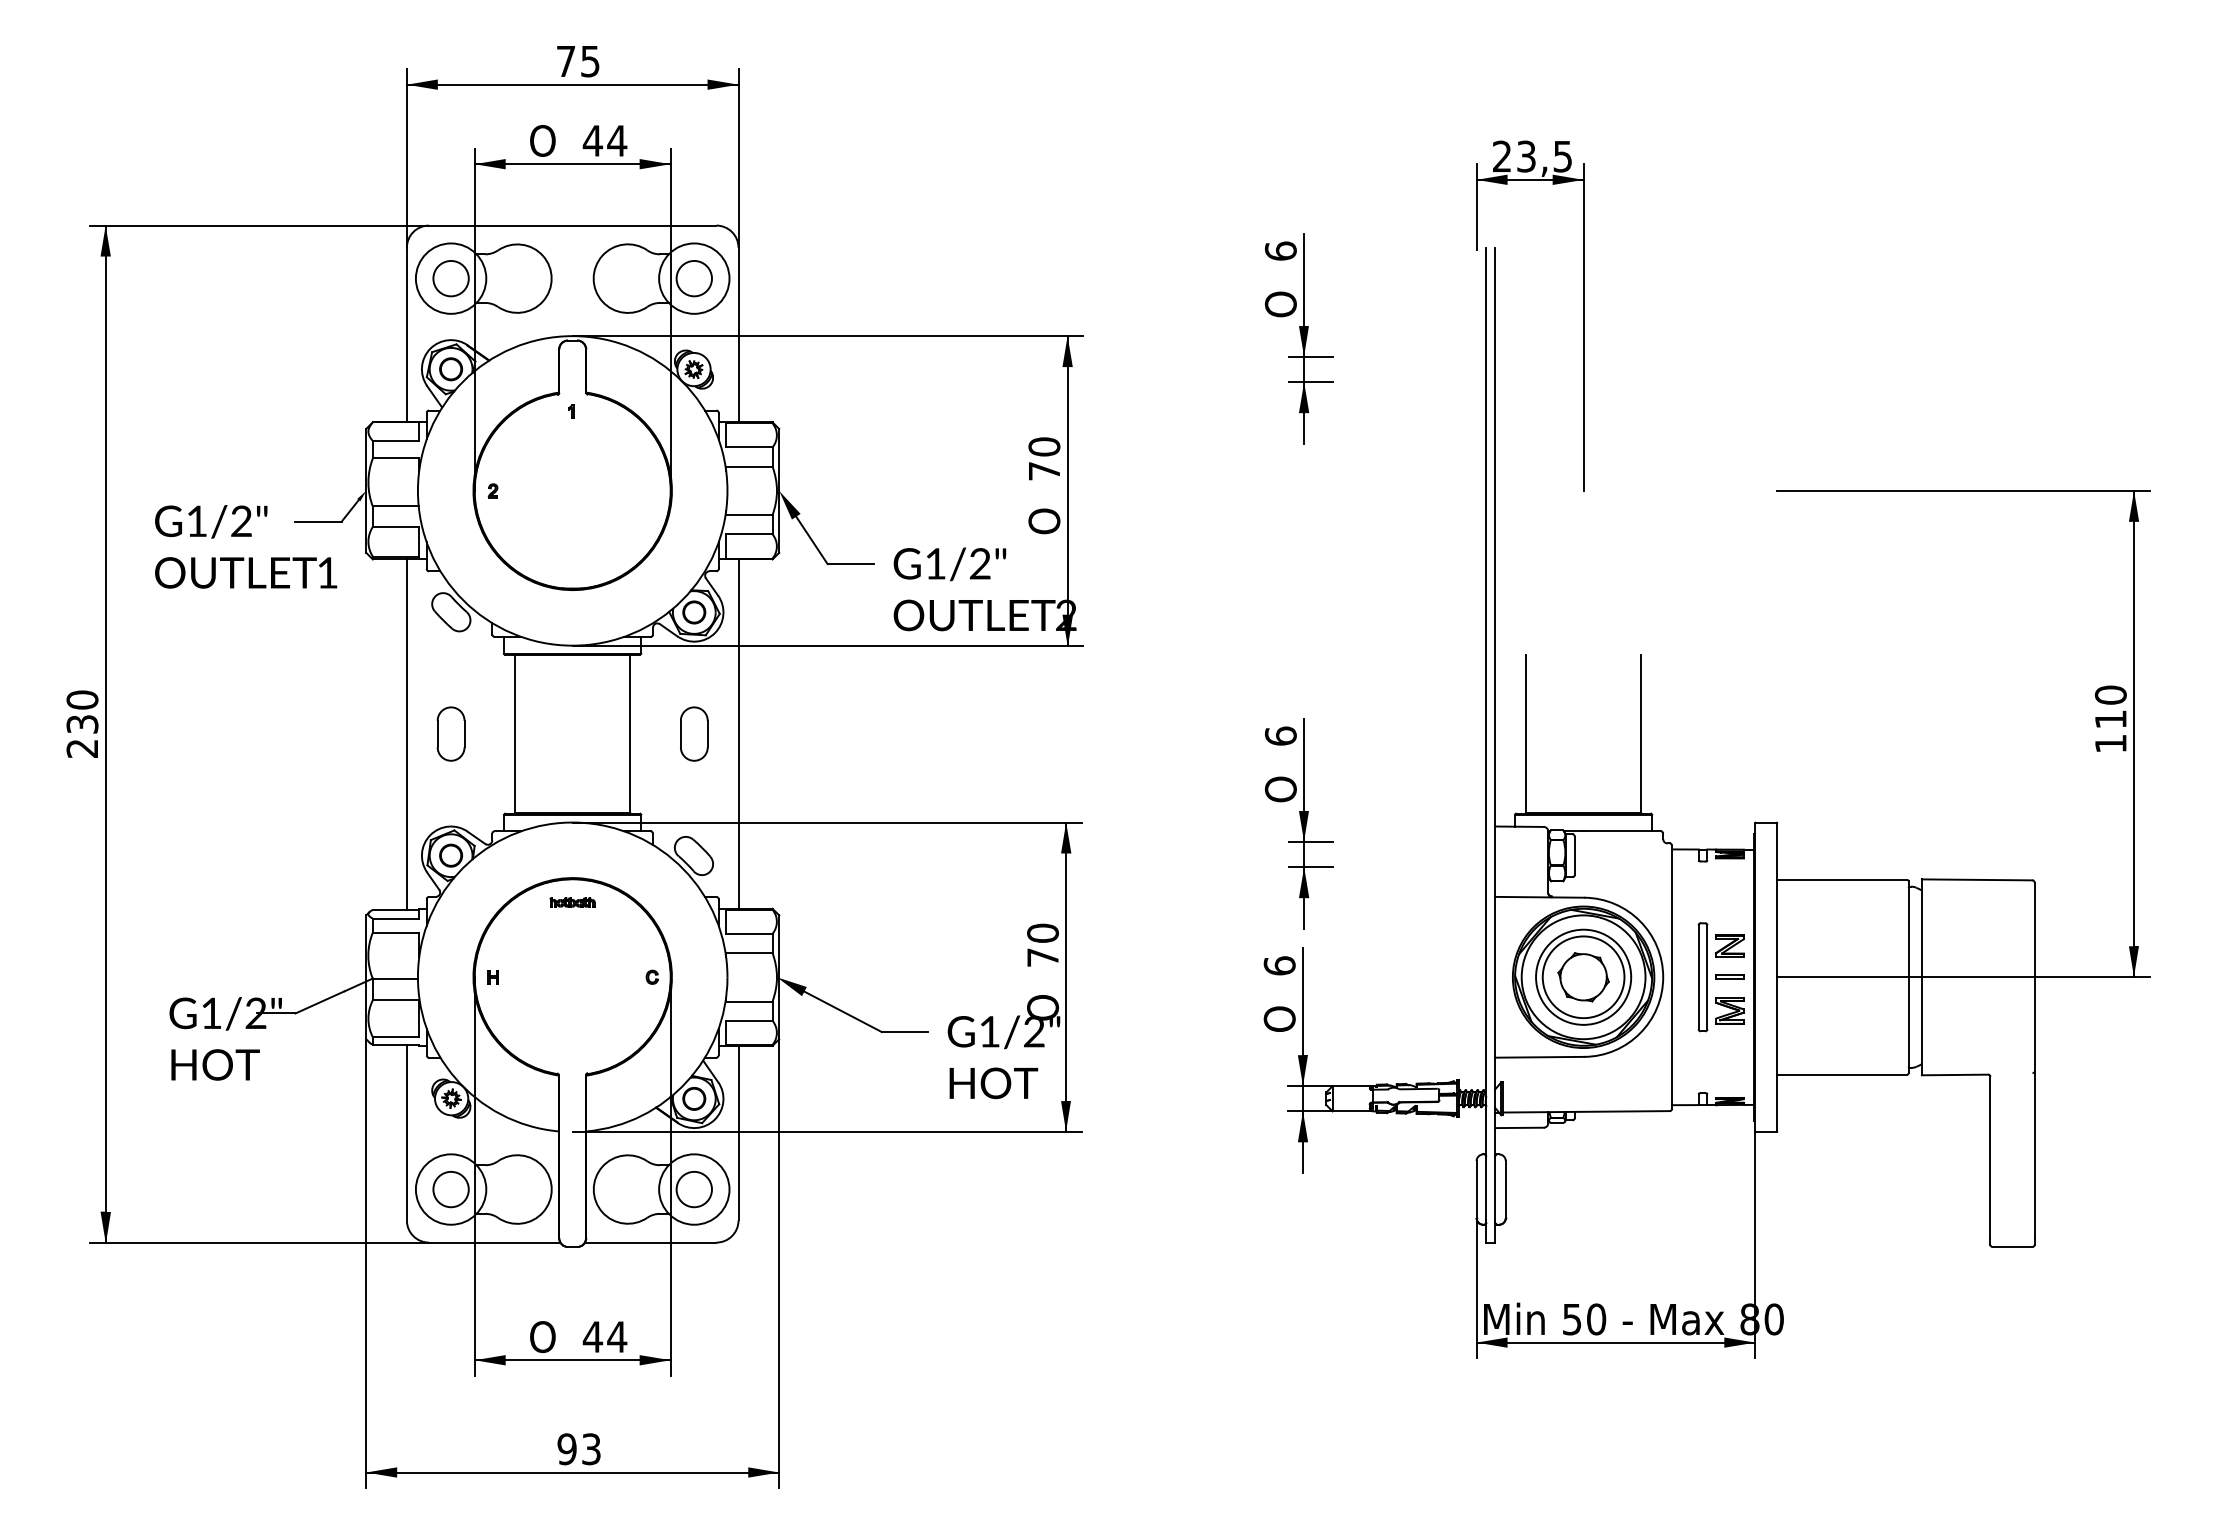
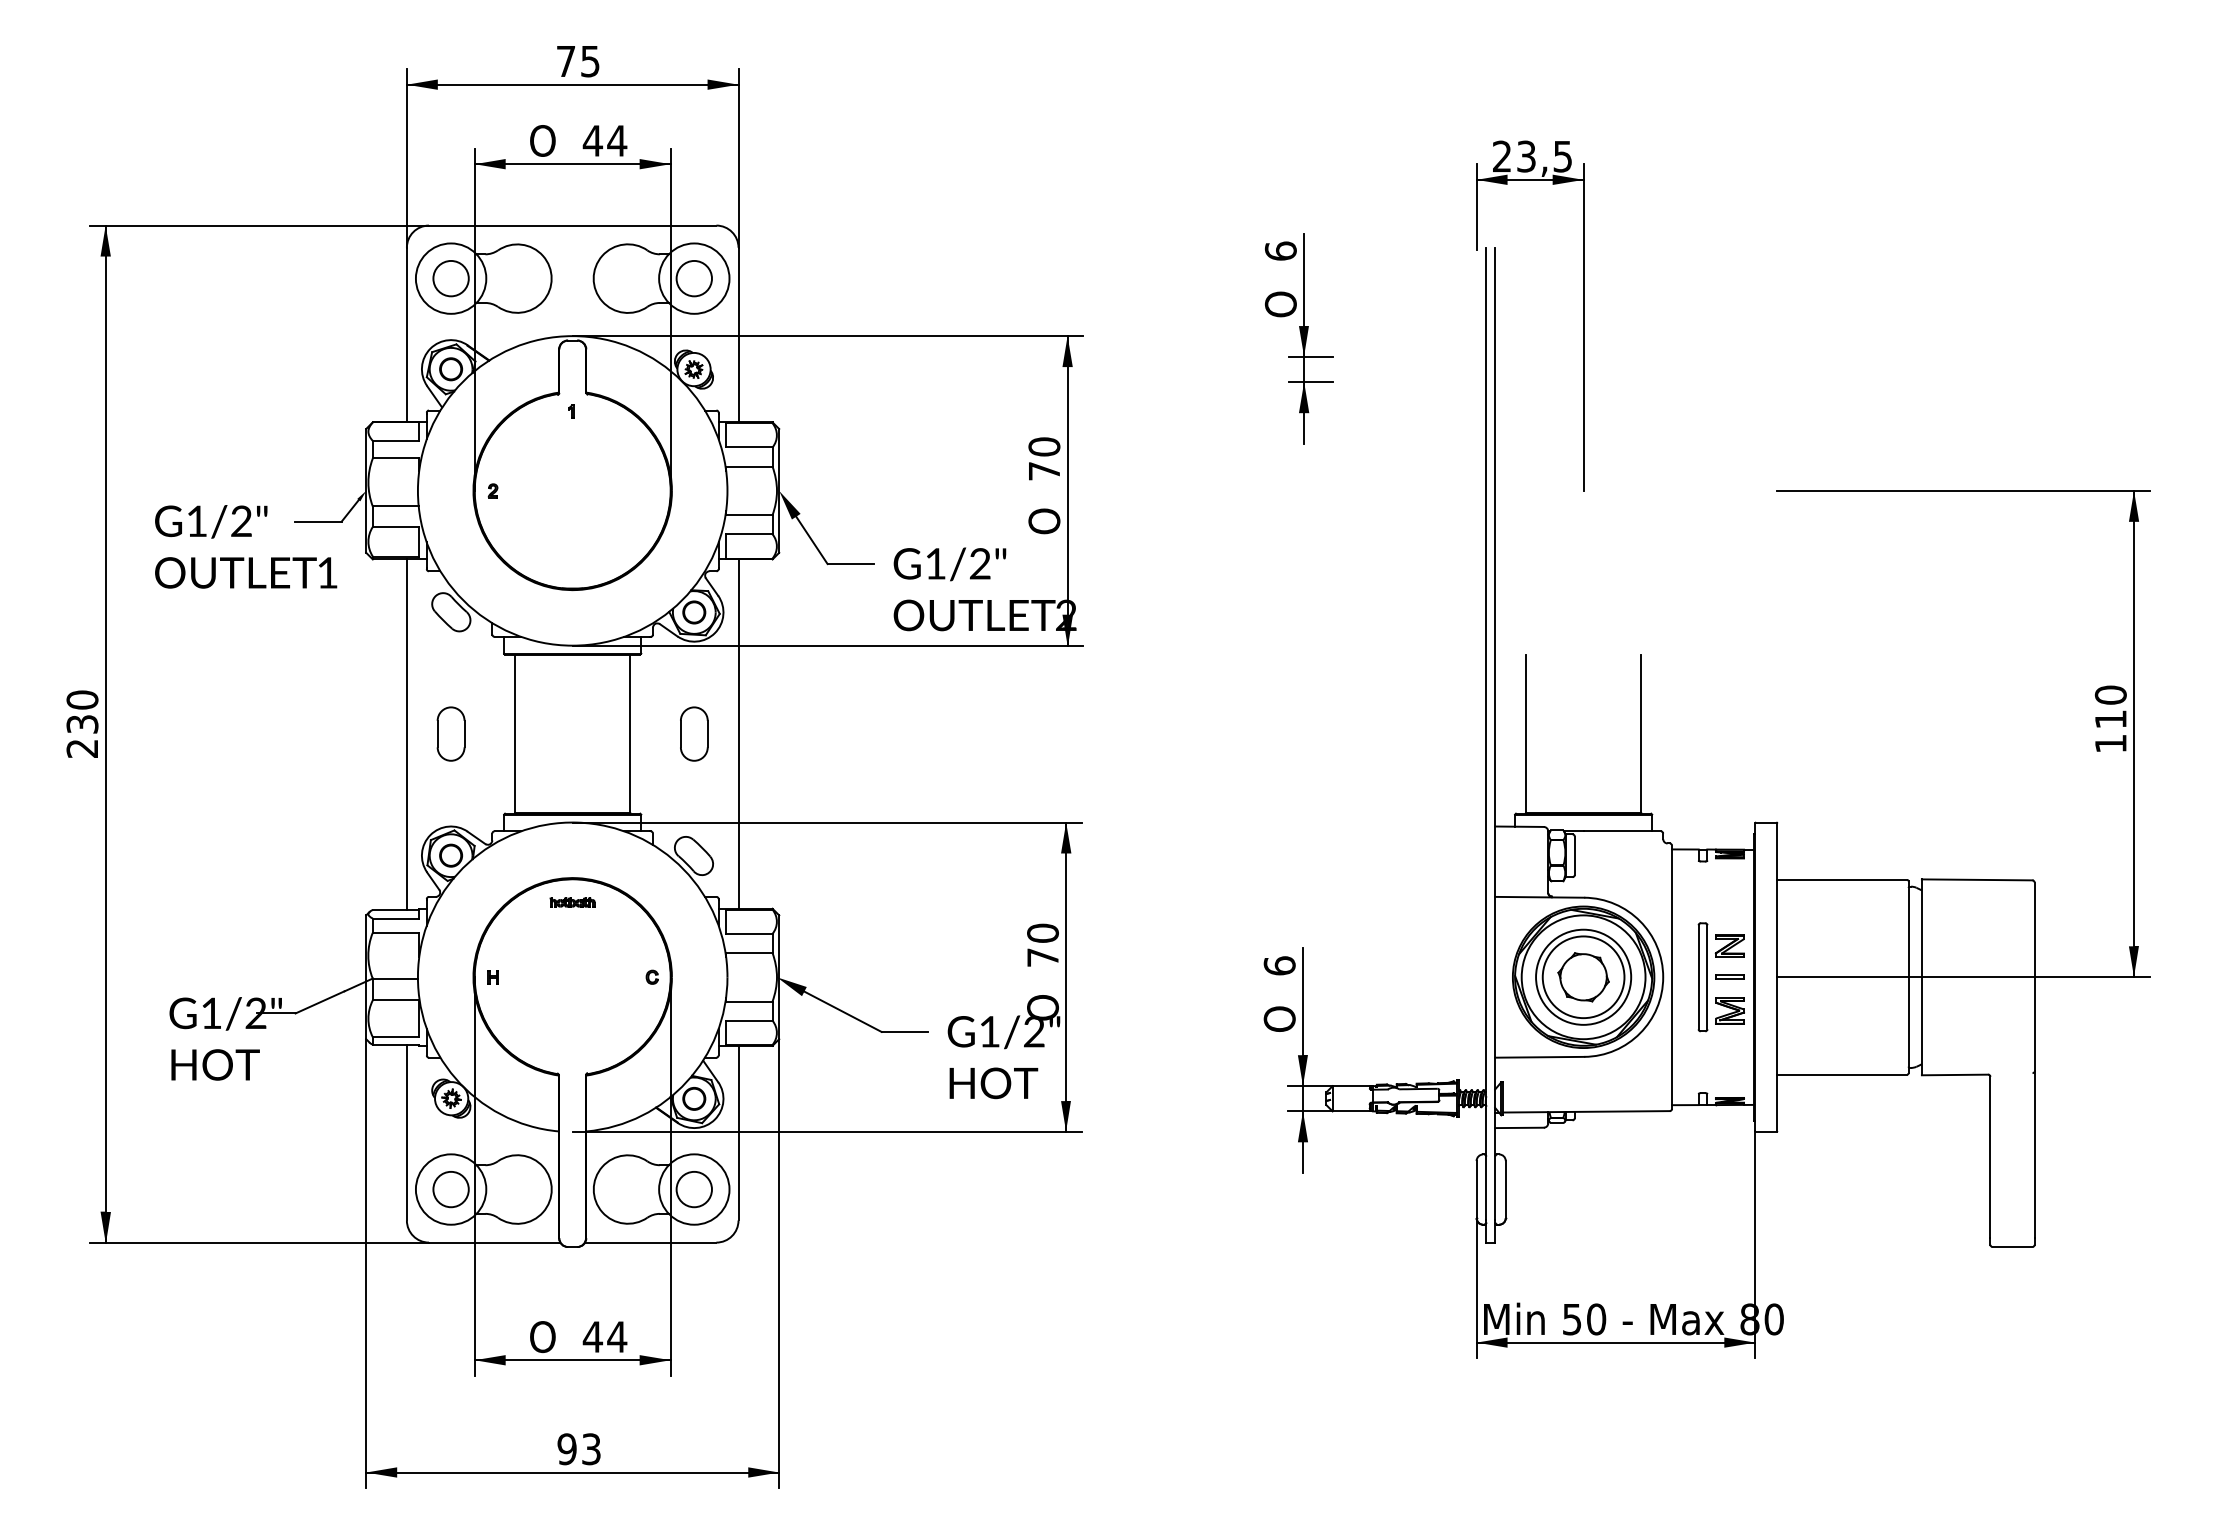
part at (1299, 823): present -> none
